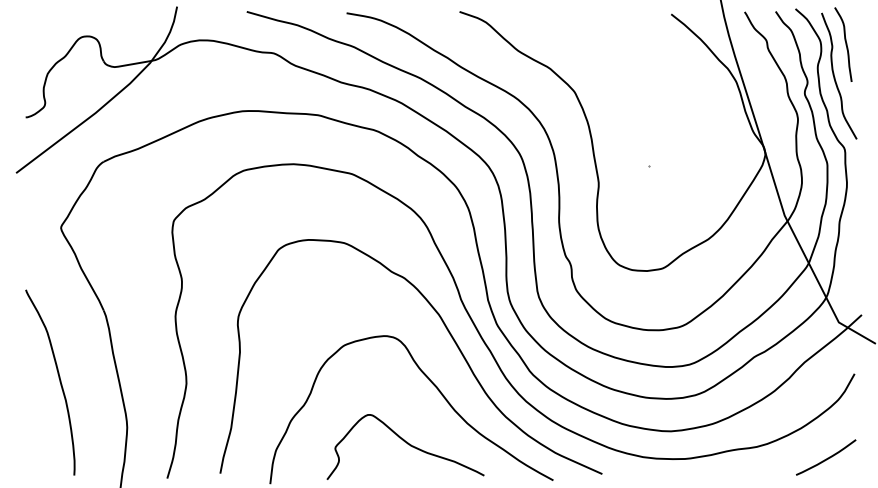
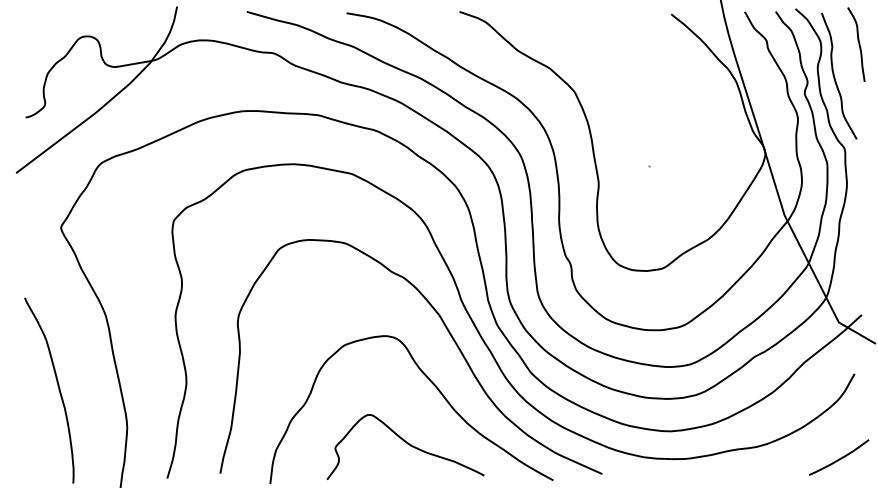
curve at (845, 44) position: (845, 44) -> (858, 44)
curve at (58, 378) position: (58, 378) -> (57, 386)
curve at (827, 457) position: (827, 457) -> (840, 457)
